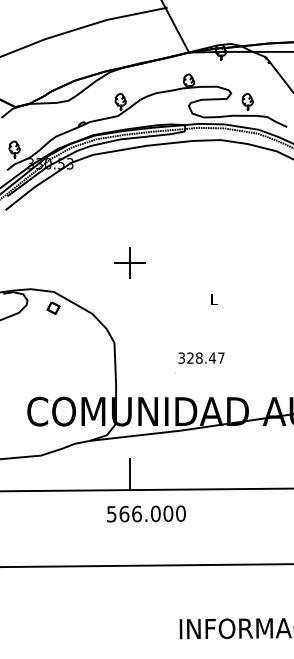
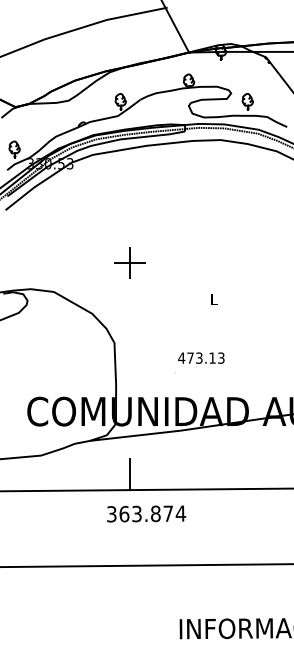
part at (53, 307): present -> none
text at (201, 357): 328.47 -> 473.13
text at (146, 513): 566.000 -> 363.874
